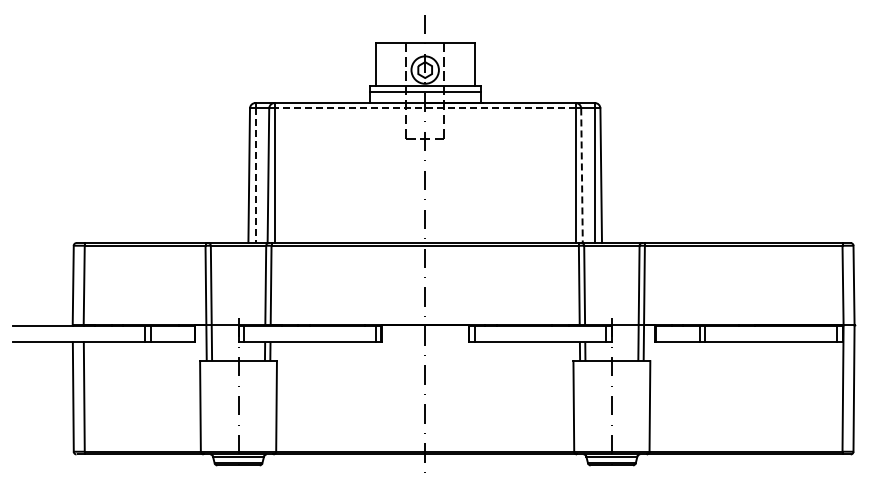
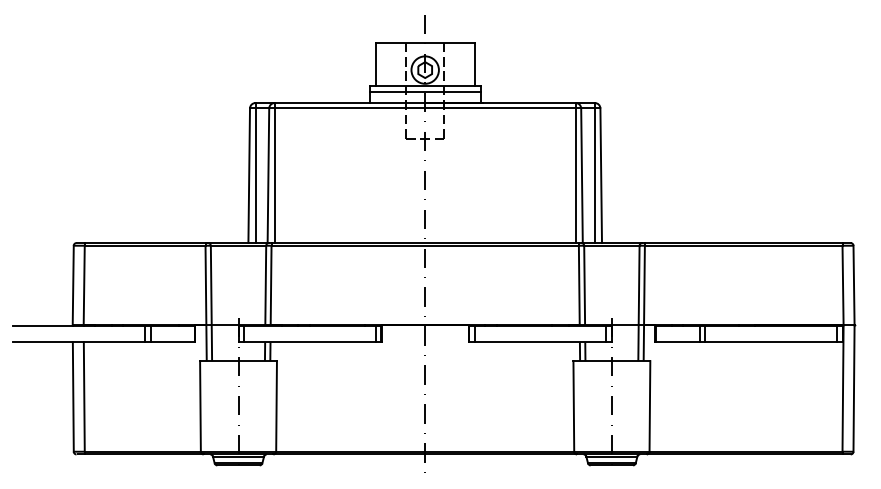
line at (424, 108): dashed -> solid
line at (255, 176): dashed -> solid
line at (582, 176): dashed -> solid
